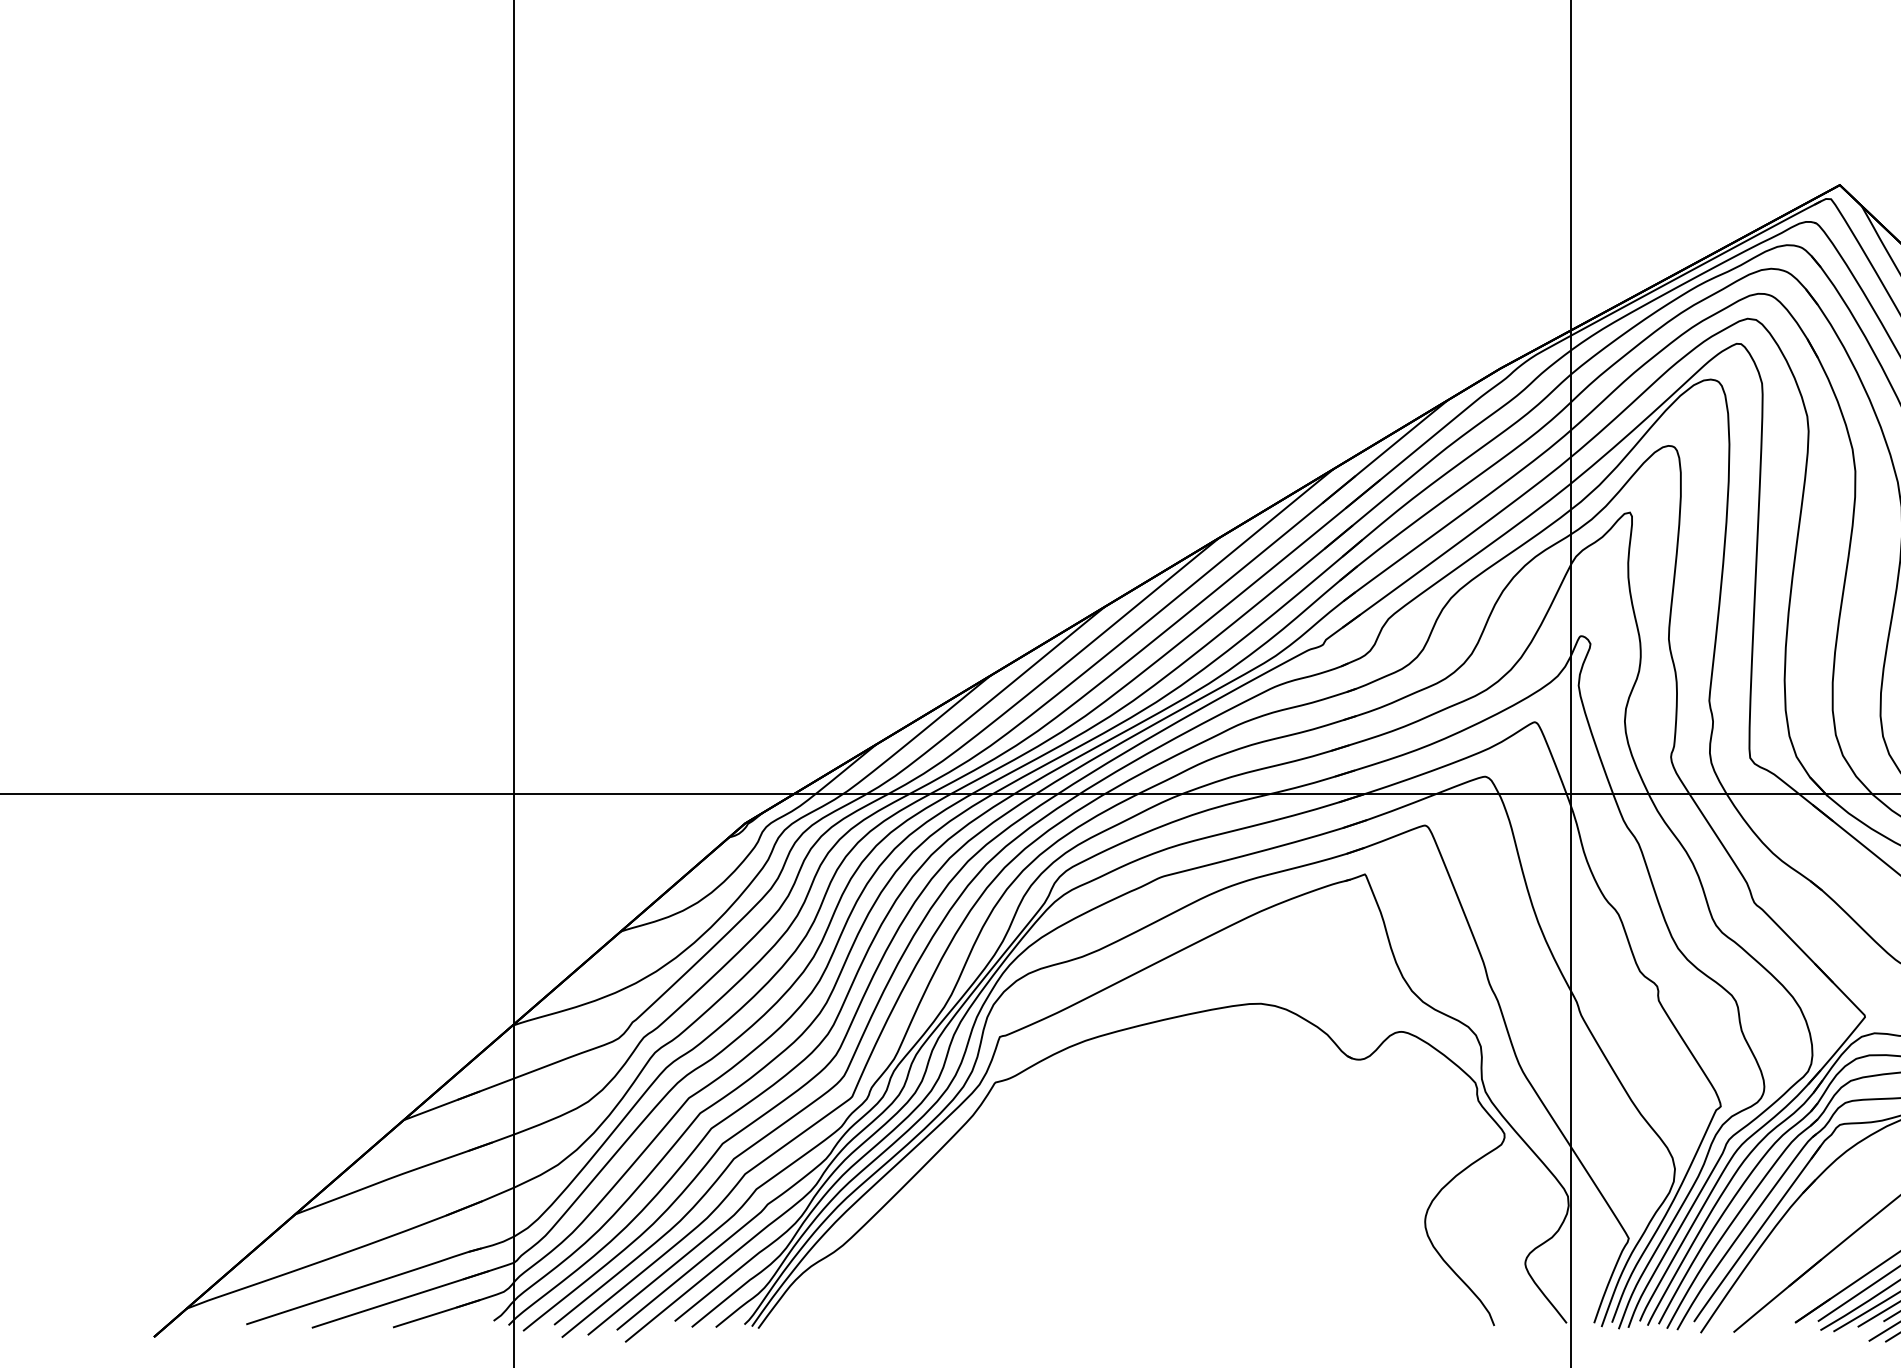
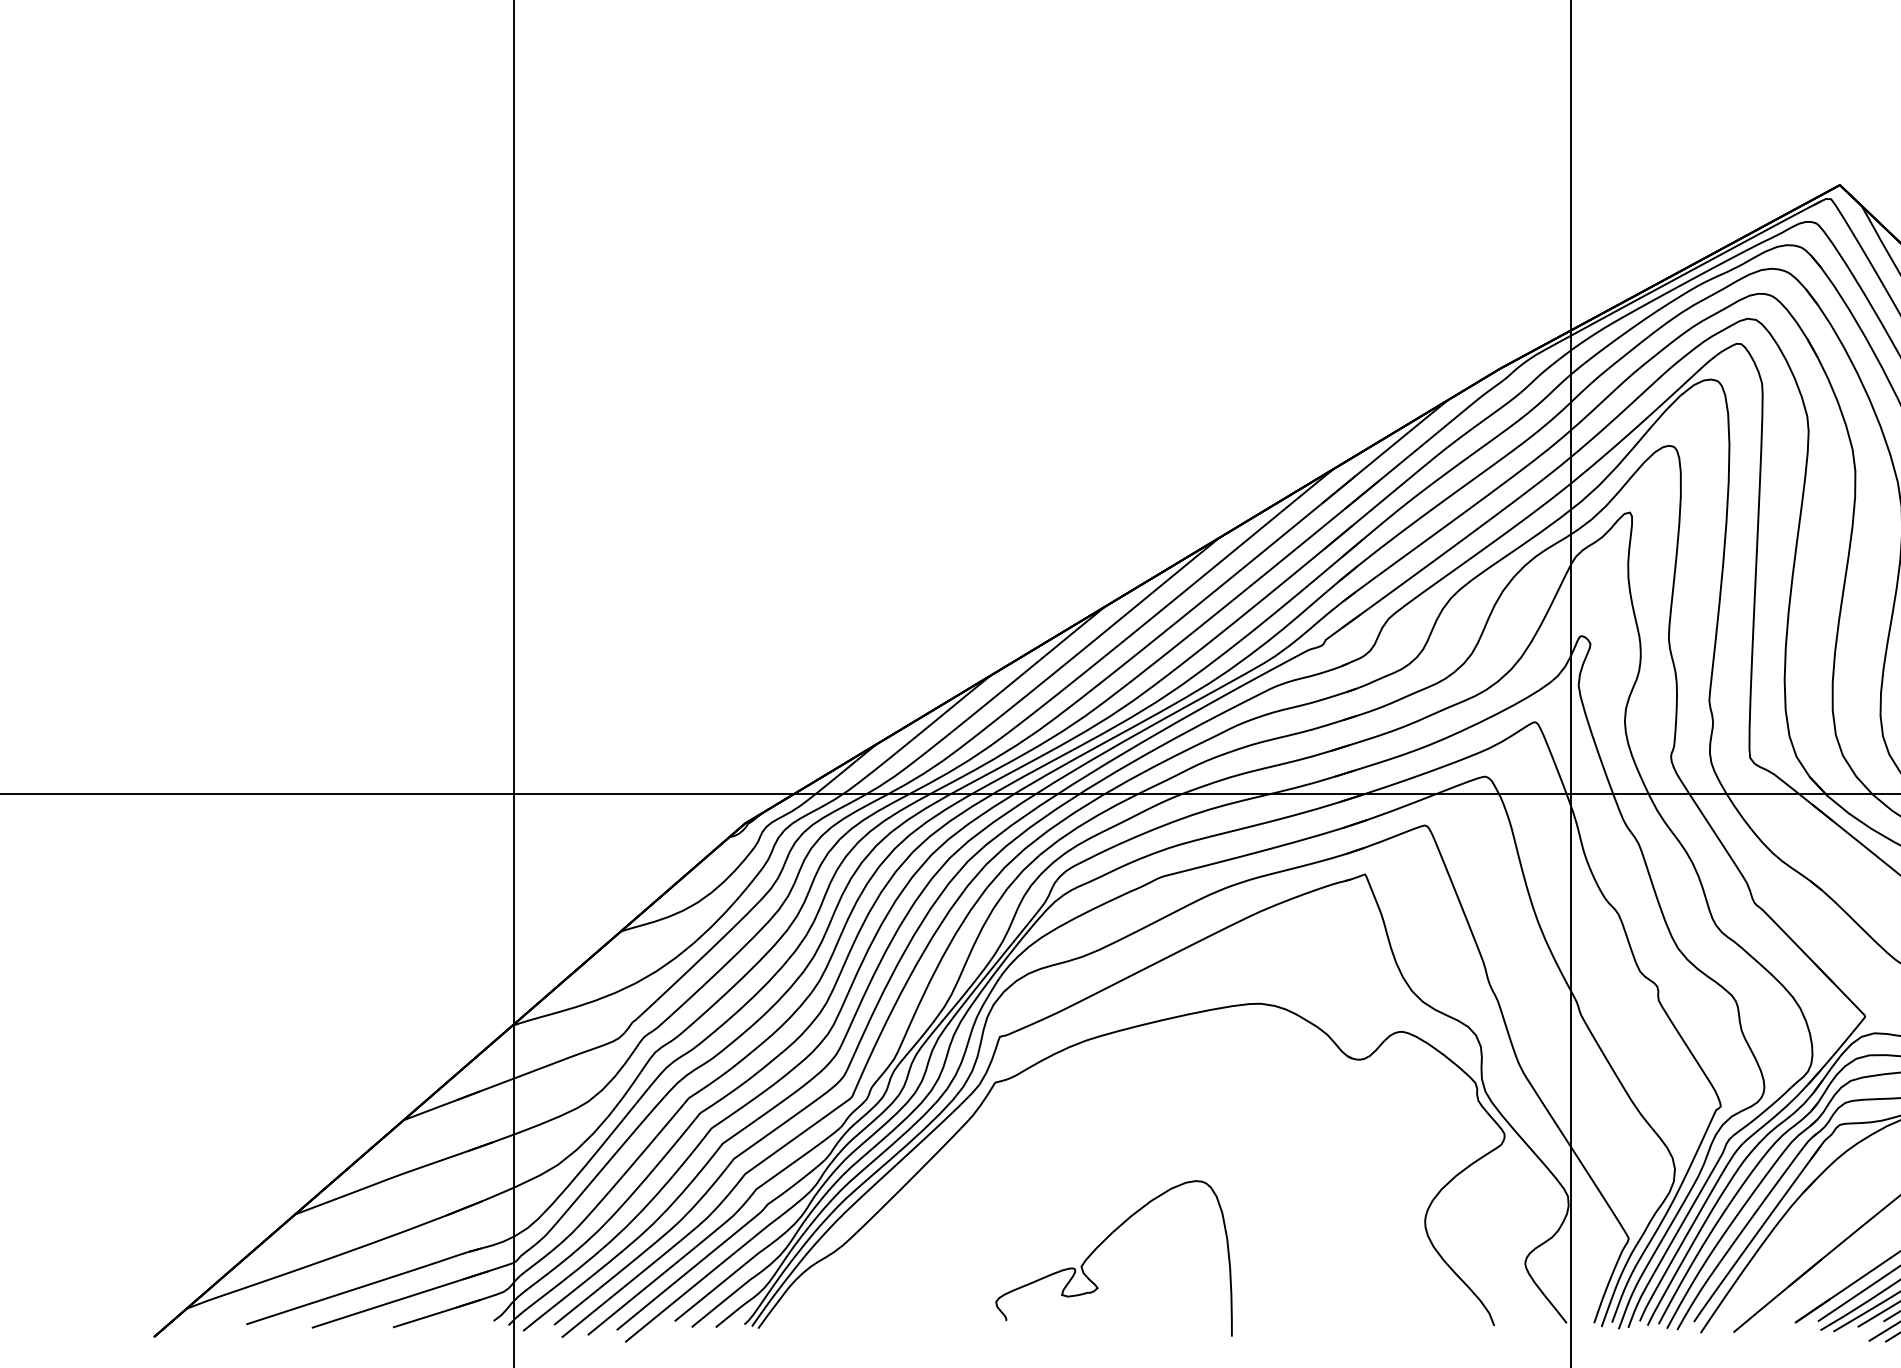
curve at (1100, 1245): none -> present
